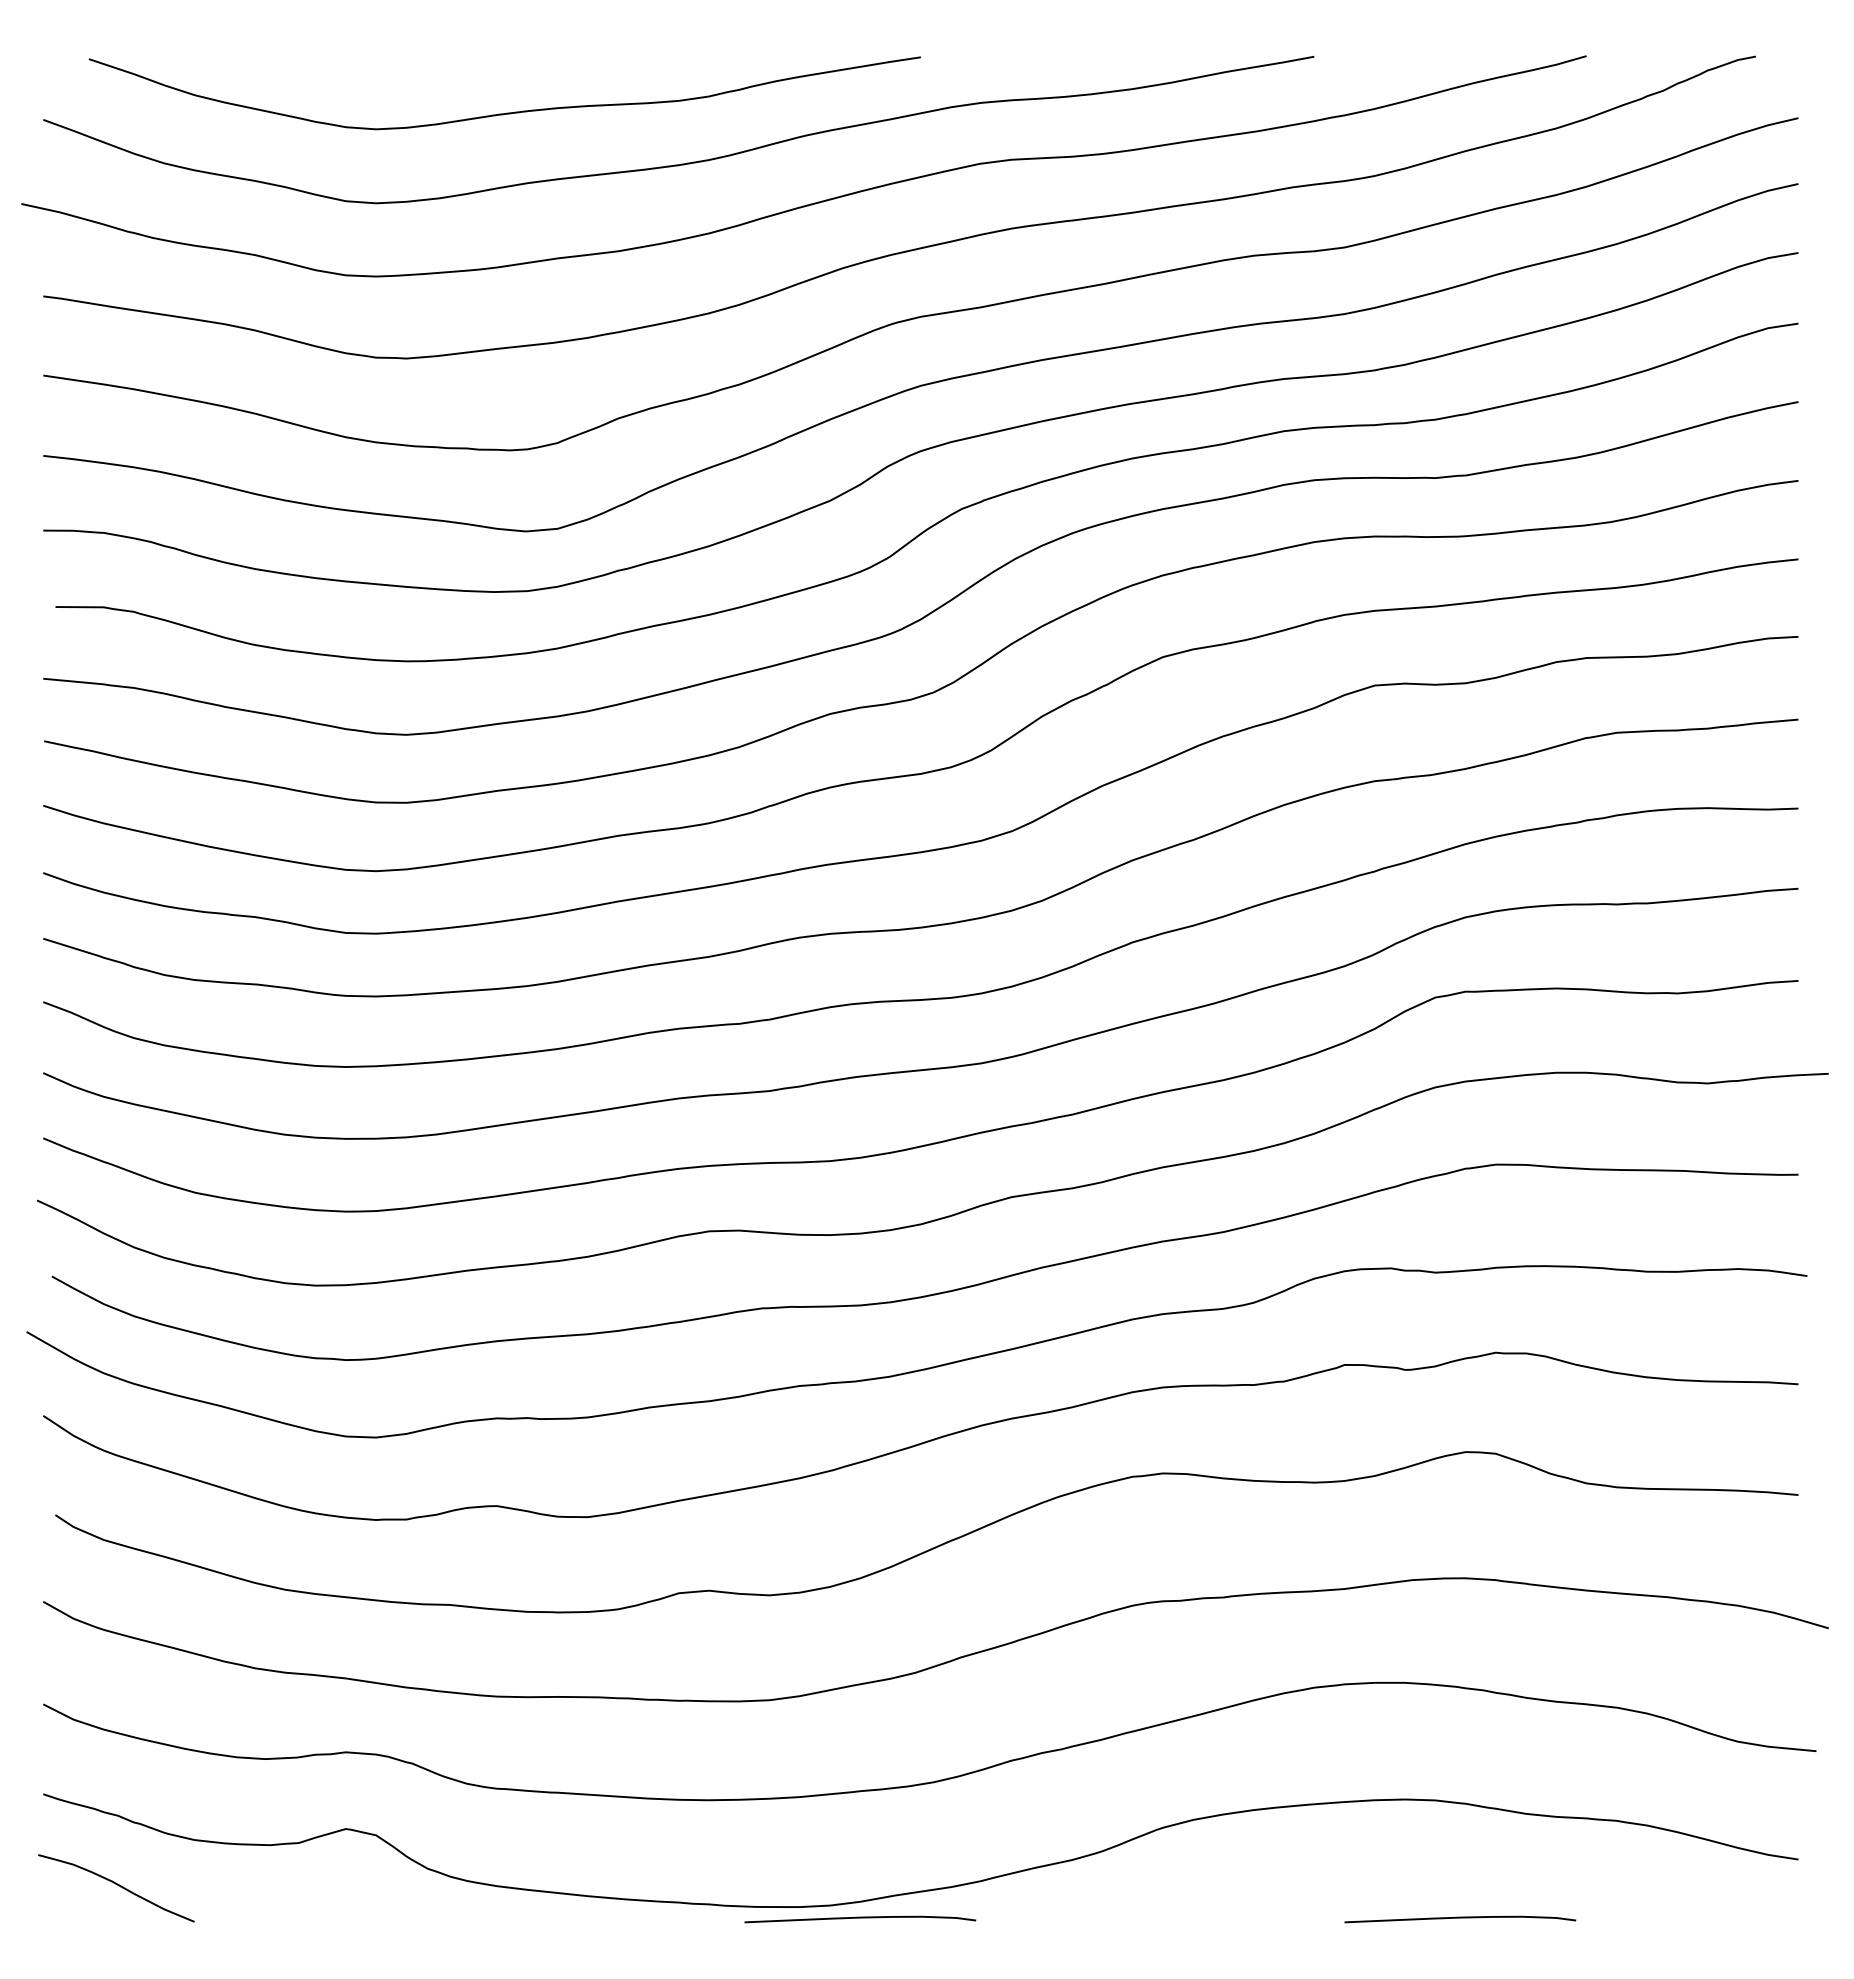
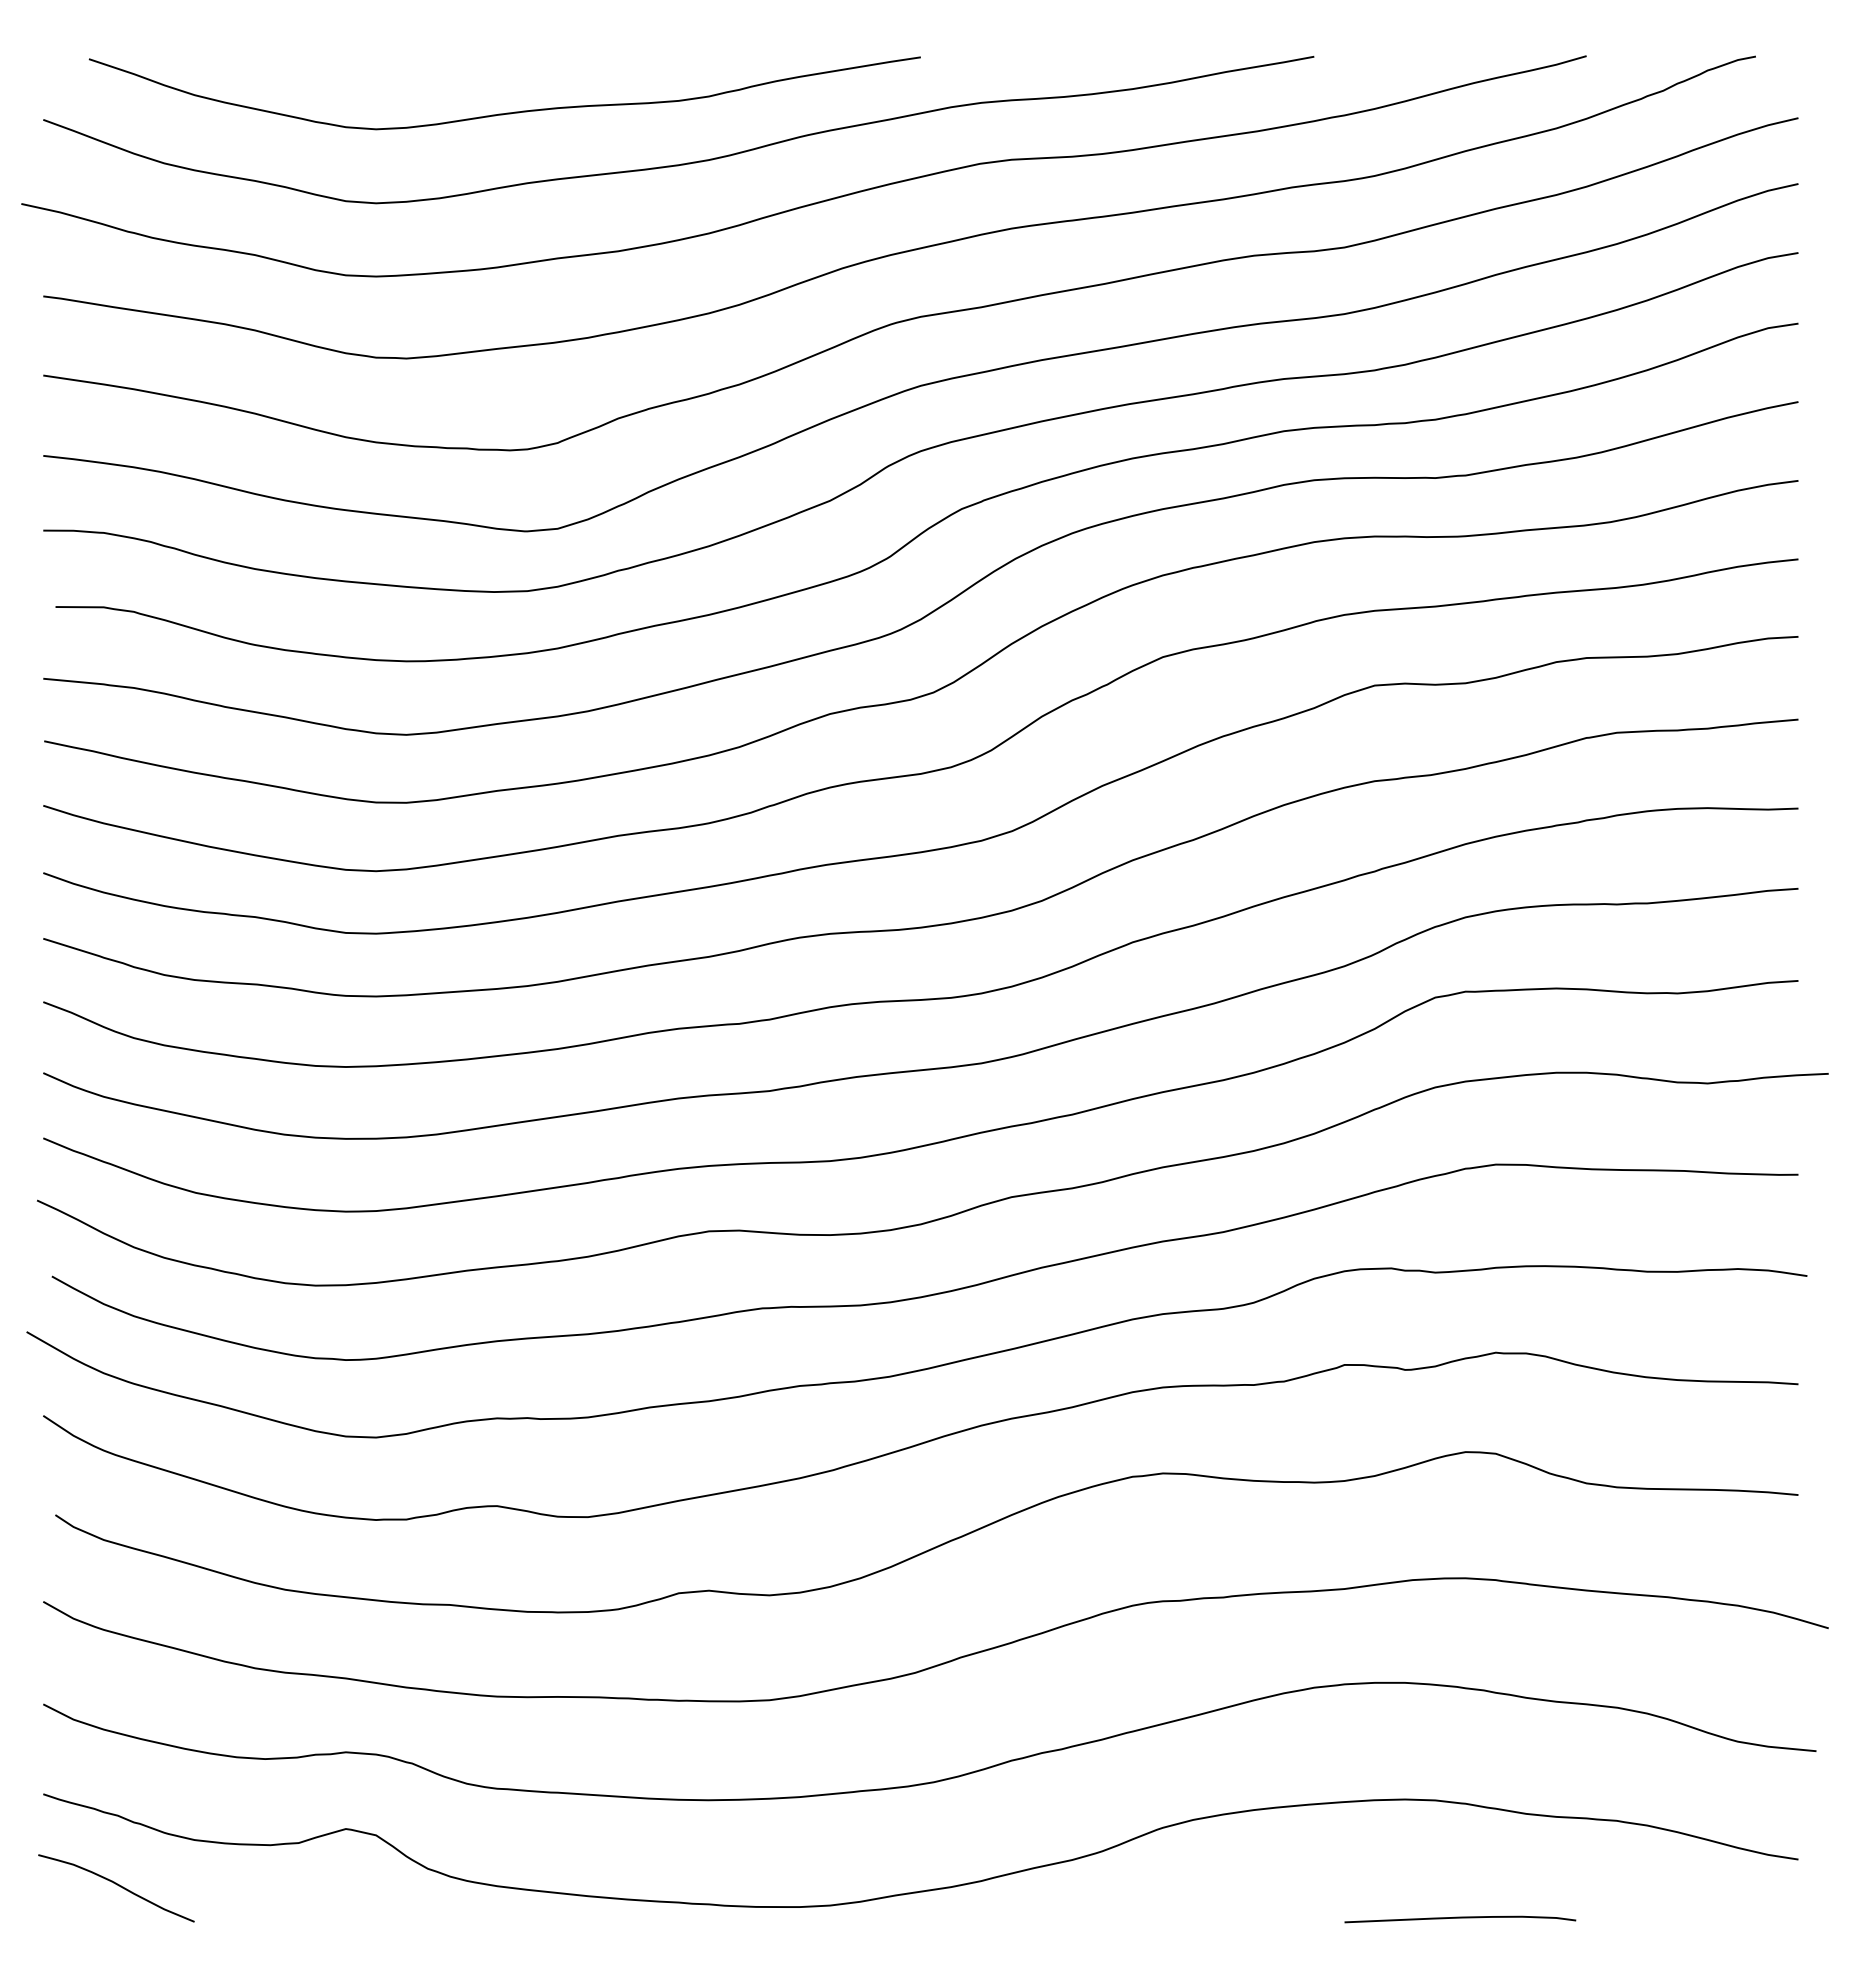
curve at (860, 1918): present -> none
